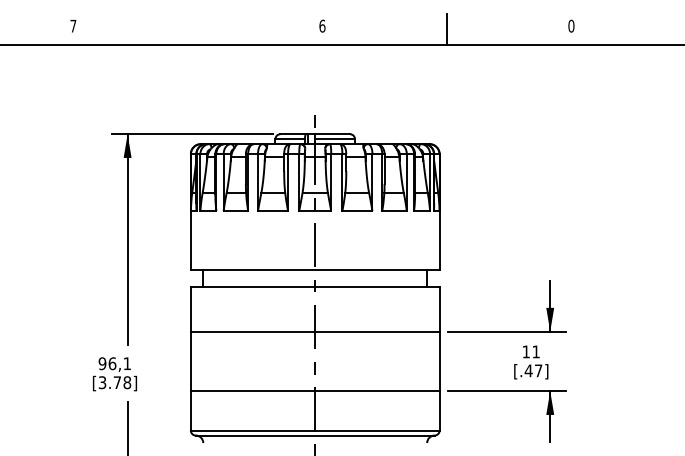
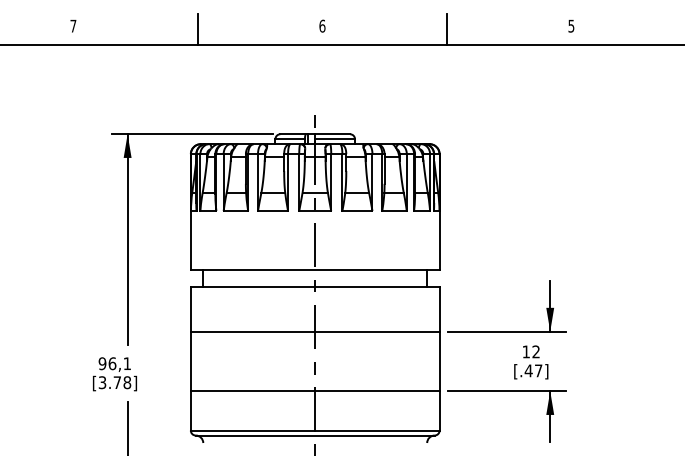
text at (571, 25): 0 -> 5
line at (197, 29): none -> present
text at (535, 351): 11 -> 12
